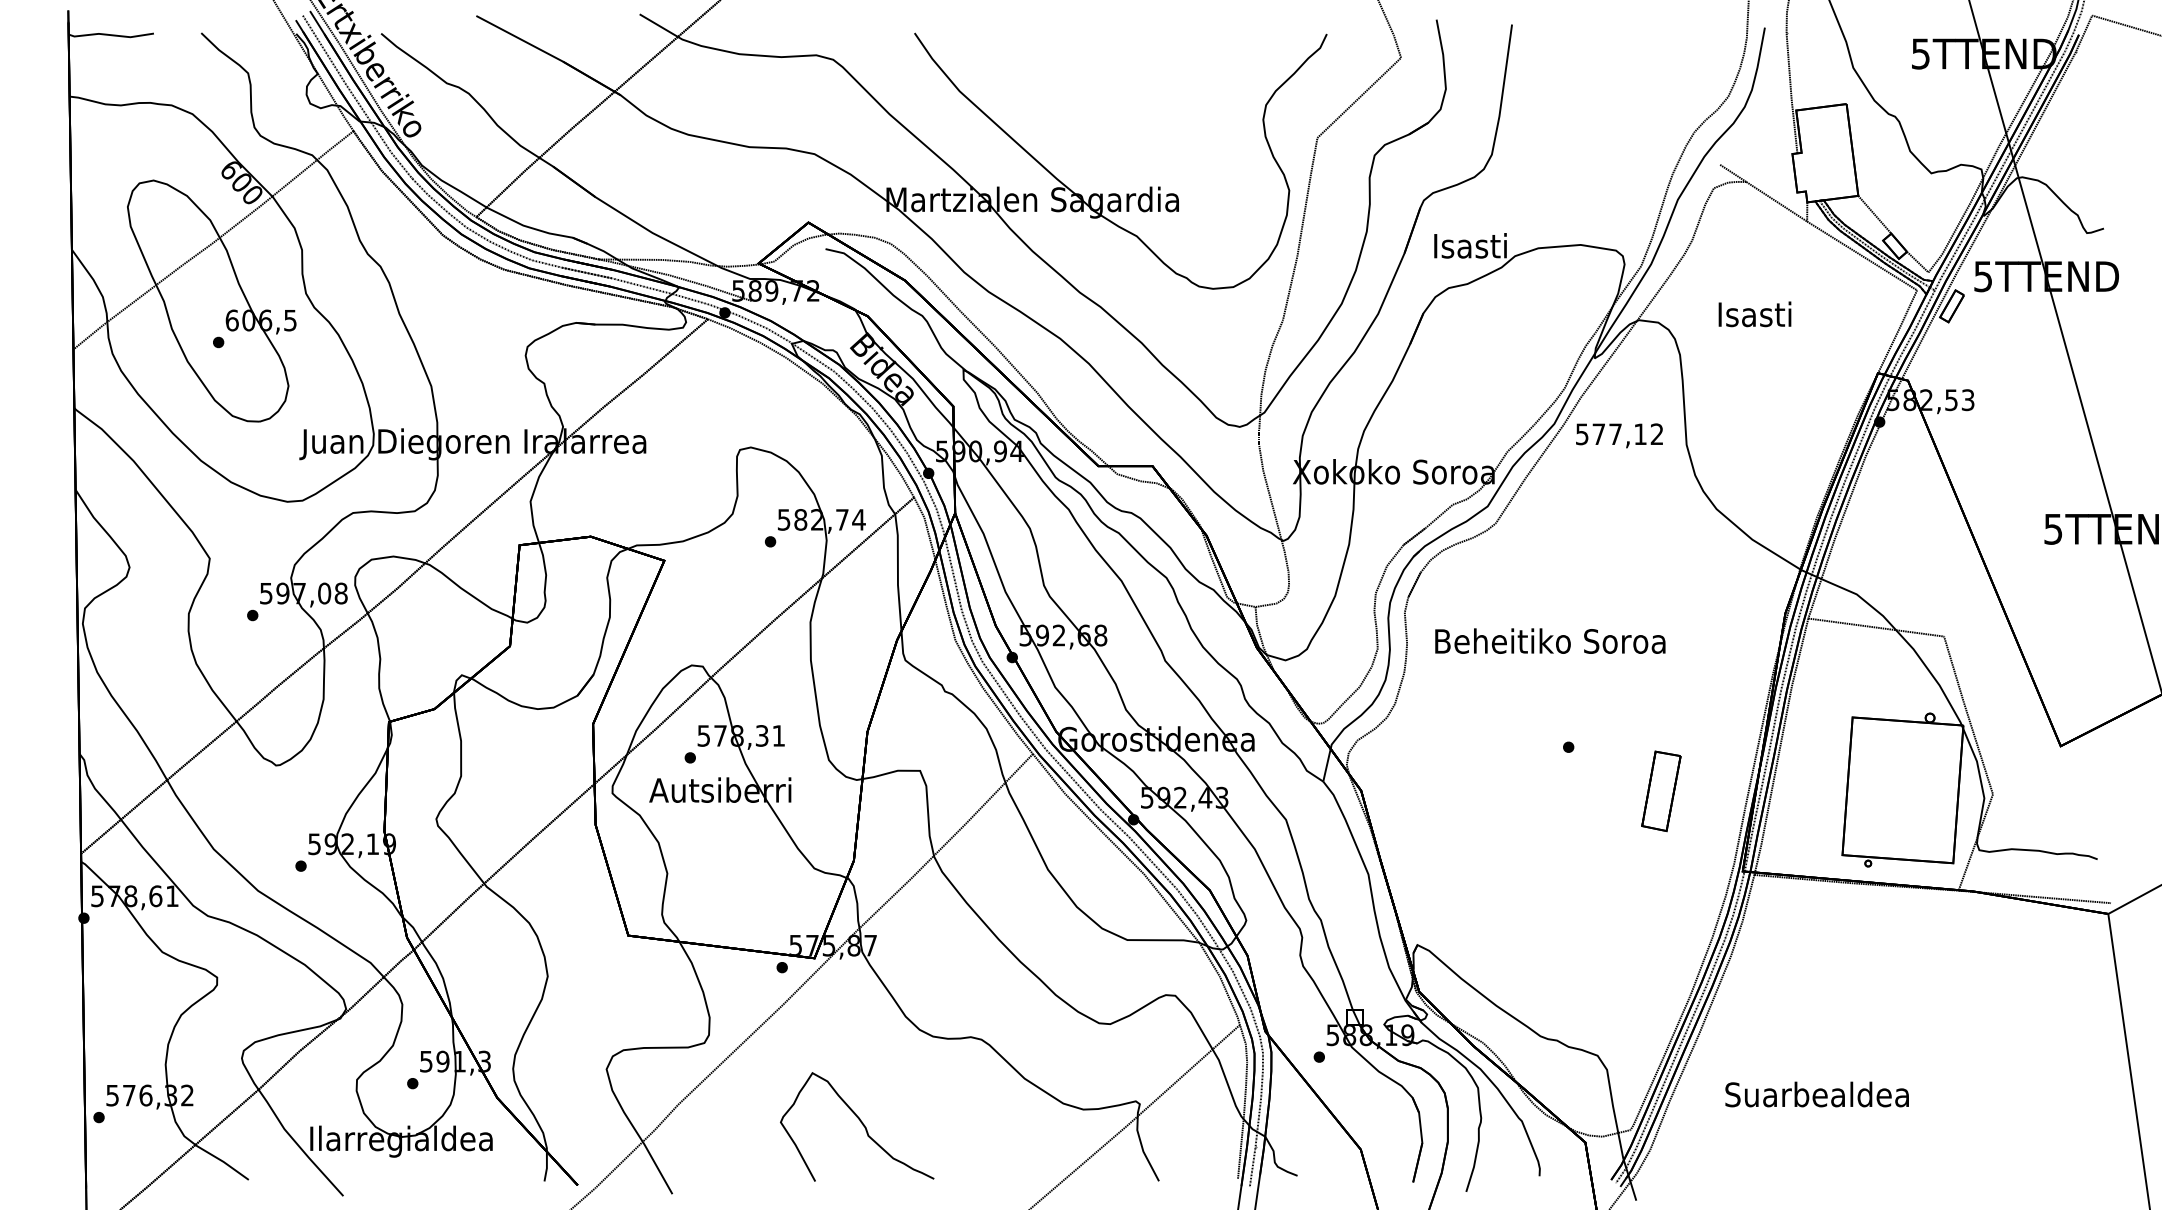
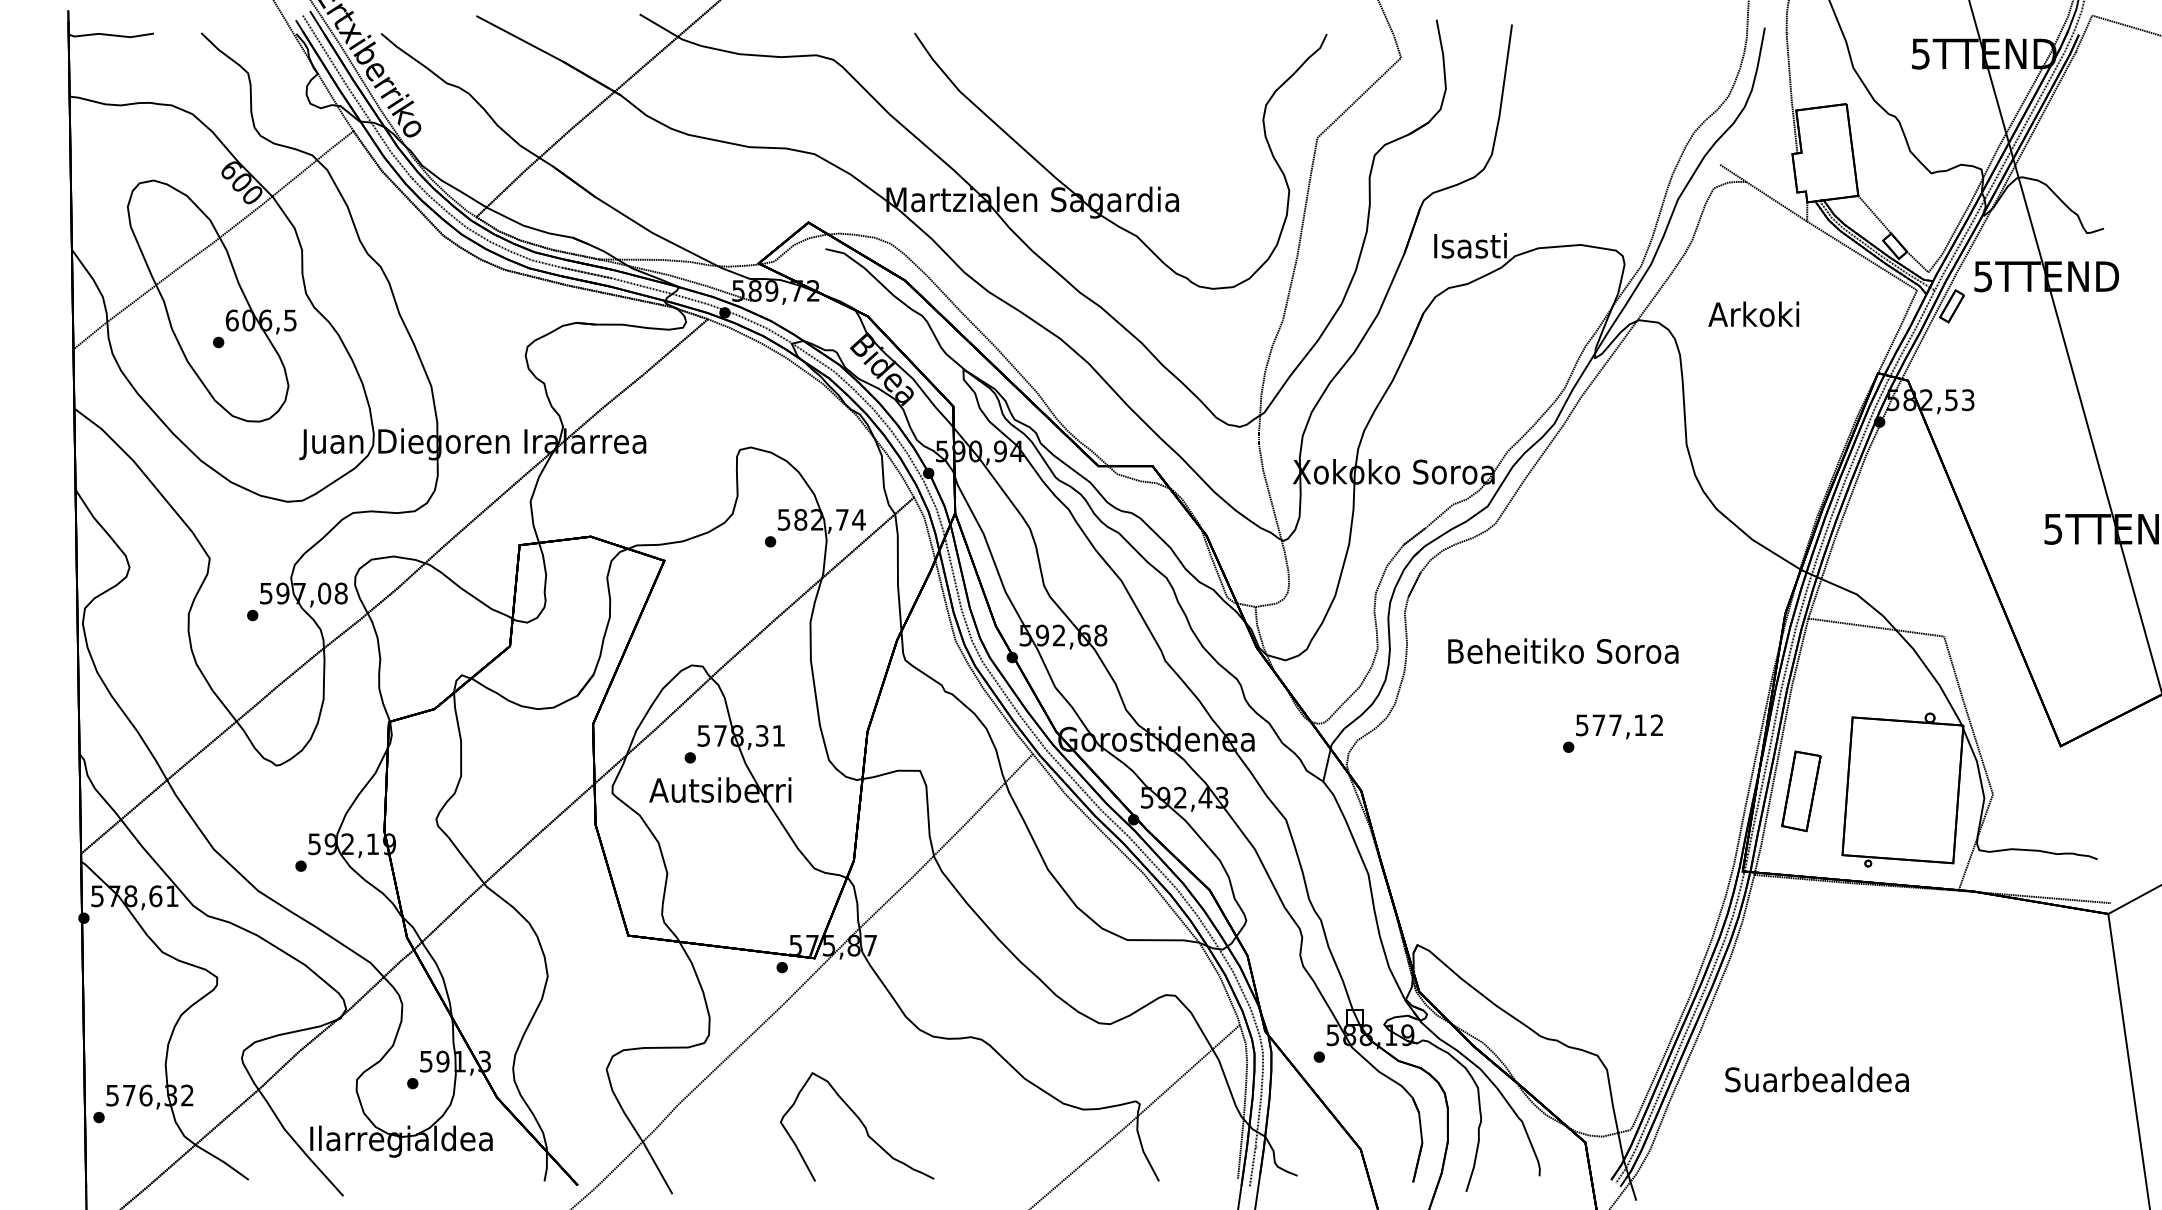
text at (1753, 314): Isasti -> Arkoki
text at (1619, 435) position: (1619, 435) -> (1619, 726)
text at (1550, 640) position: (1550, 640) -> (1563, 650)
part at (1661, 791) position: (1661, 791) -> (1801, 791)
text at (1816, 1094) position: (1816, 1094) -> (1816, 1079)
